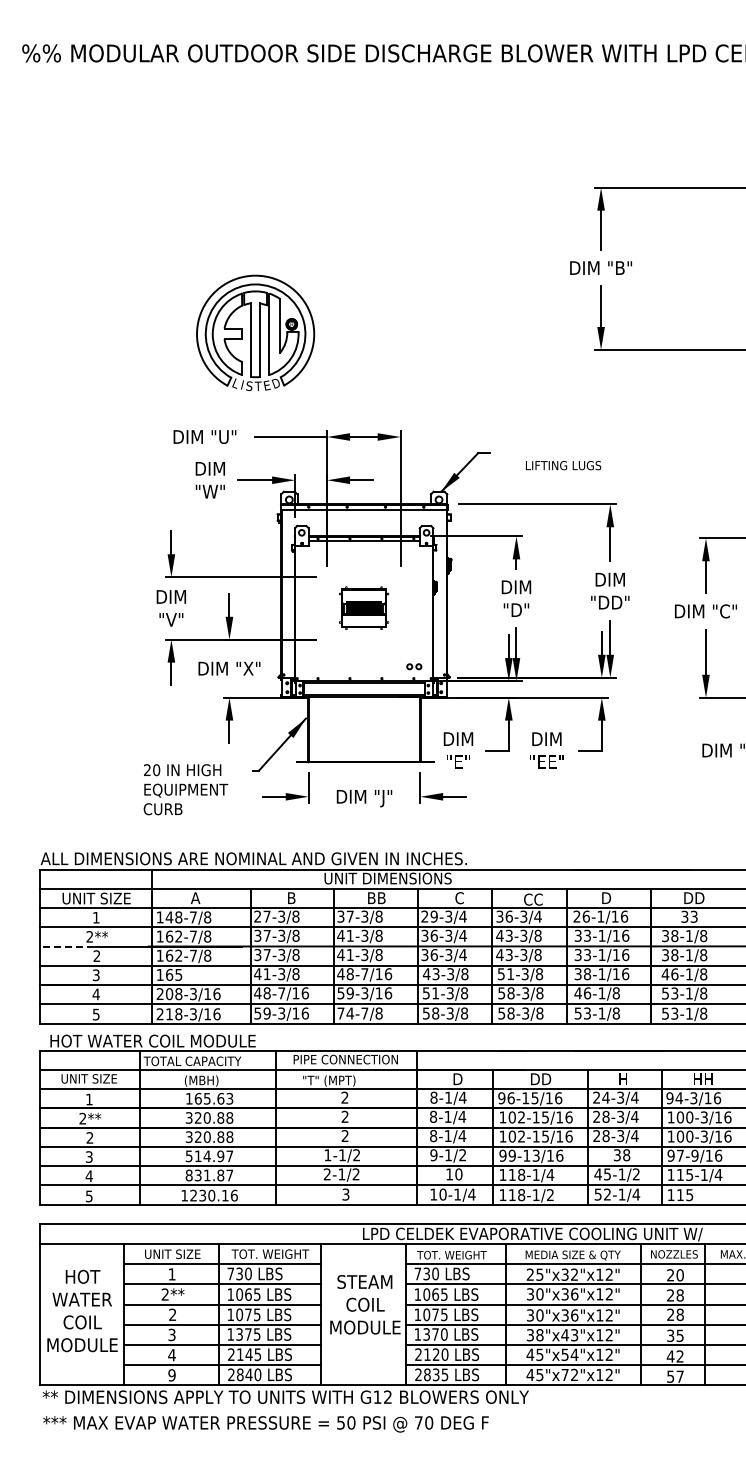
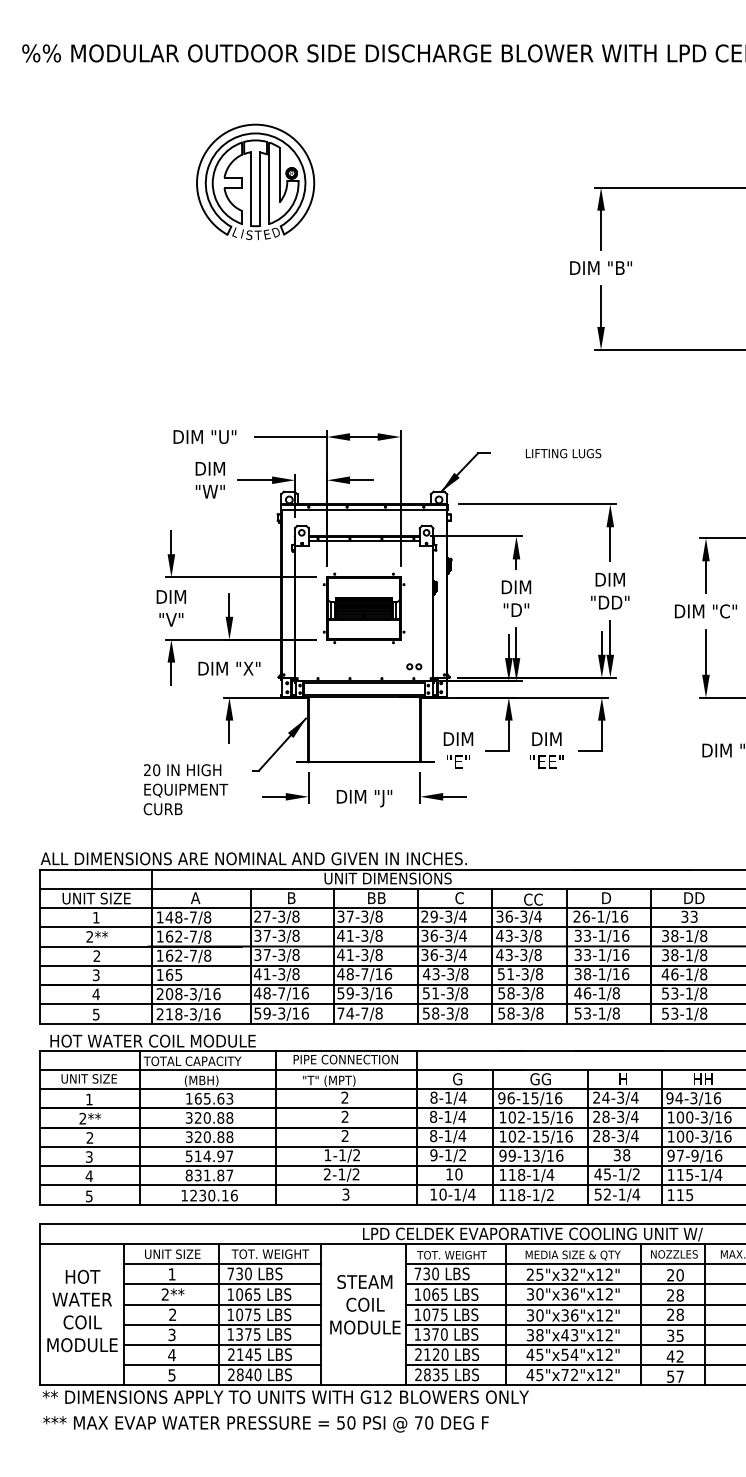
part at (255, 332) position: (255, 332) -> (255, 181)
text at (563, 465) position: (563, 465) -> (563, 453)
part at (364, 607) size: 51x44 px -> 84x72 px
line at (66, 946): dashed -> solid
text at (457, 1079): D -> G
text at (540, 1079): DD -> GG
text at (171, 1375): 9 -> 5
